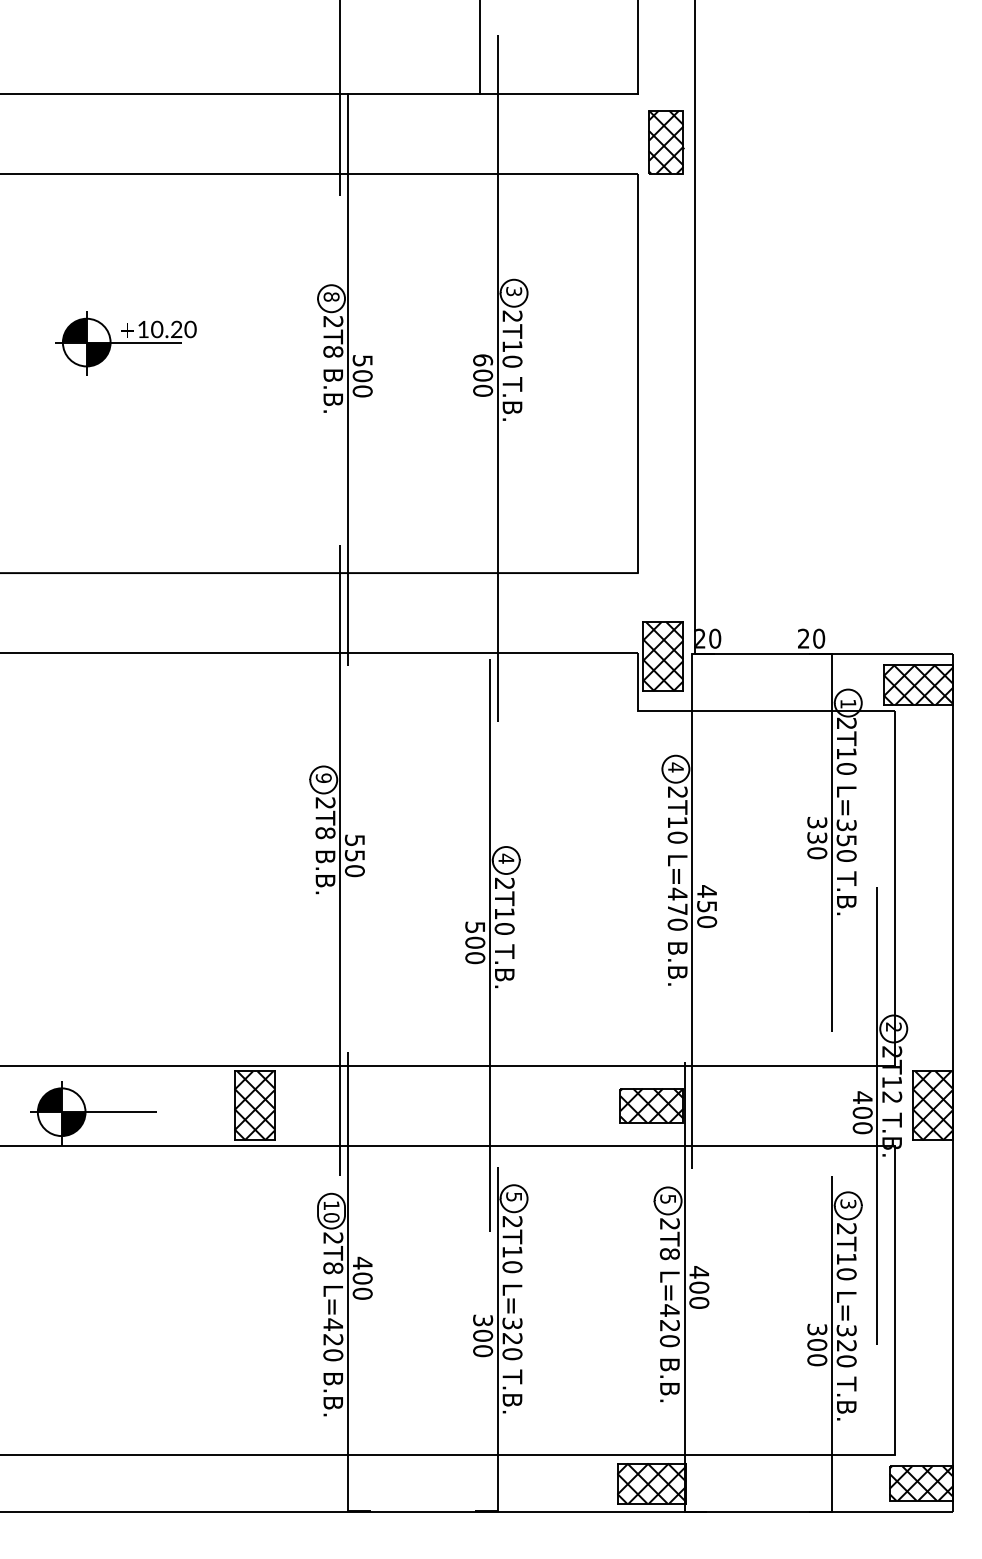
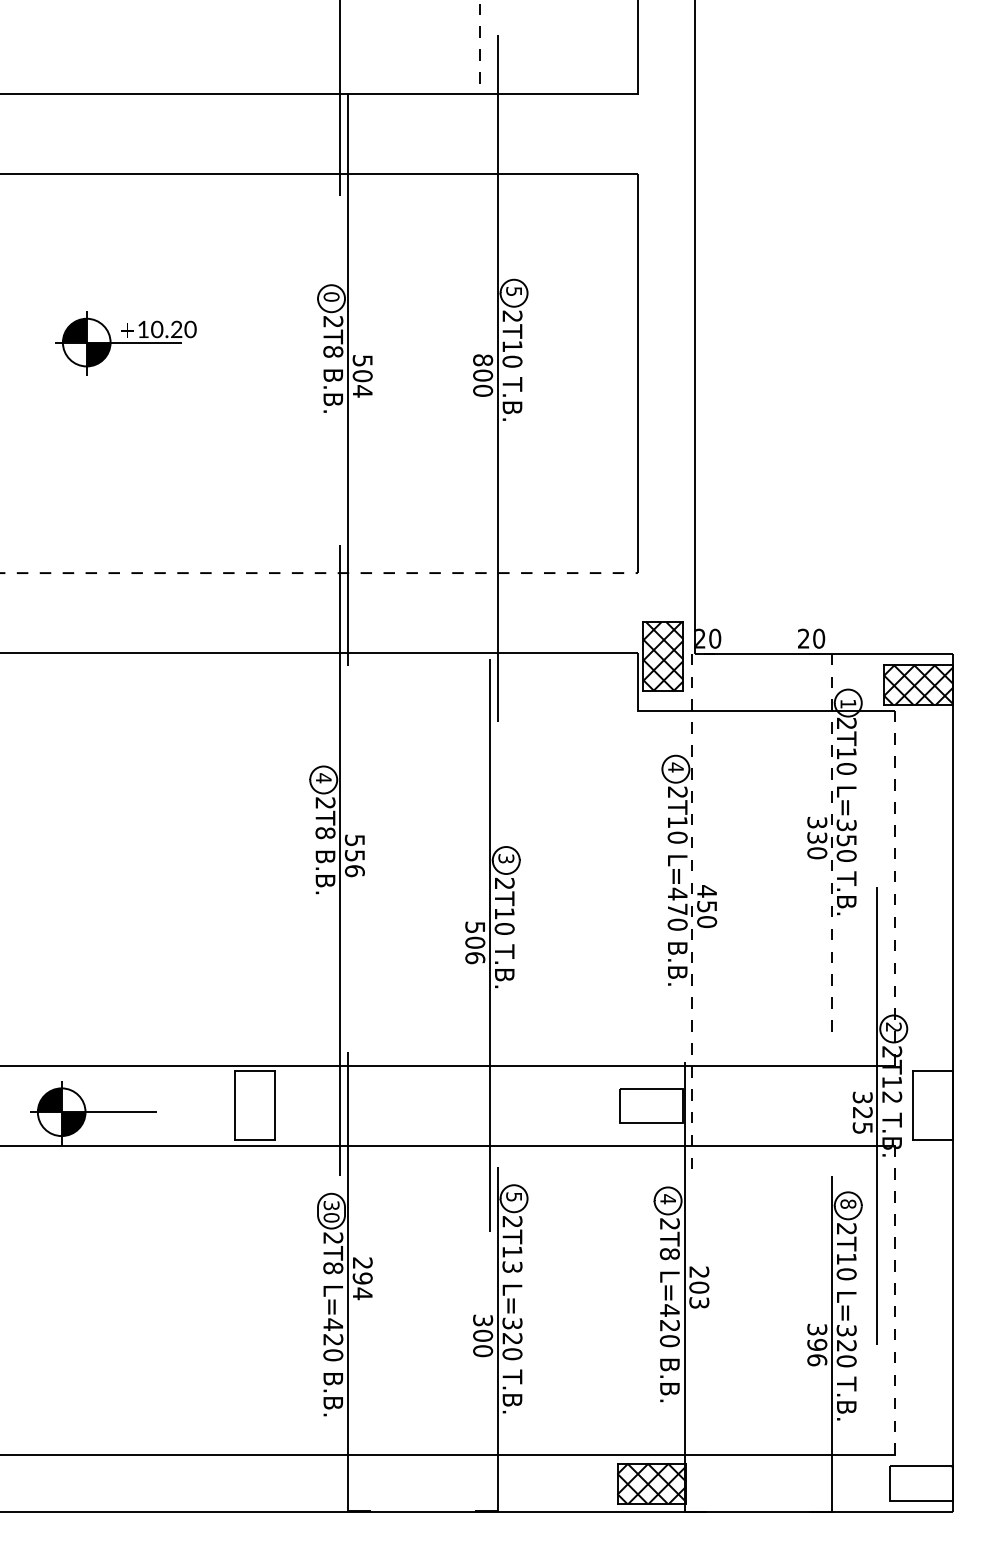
line at (479, 48): solid -> dashed
part at (666, 142): present -> none
text at (514, 291): 3 -> 5
text at (331, 296): 8 -> 0
text at (483, 360): 600 -> 800
text at (362, 391): 500 -> 504
line at (319, 573): solid -> dashed
text at (323, 778): 9 -> 4
line at (831, 831): solid -> dashed
text at (506, 858): 4 -> 3
text at (354, 871): 550 -> 556
line at (895, 887): solid -> dashed
line at (692, 899): solid -> dashed
text at (475, 958): 500 -> 506
hatch at (254, 1105): present -> none
hatch at (651, 1105): present -> none
hatch at (932, 1105): present -> none
text at (862, 1112): 400 -> 325
text at (667, 1199): 5 -> 4
text at (848, 1203): 3 -> 8
text at (331, 1205): 10 -> 30
text at (512, 1267): 2T10 -> 2T13
text at (362, 1278): 400 -> 294
text at (699, 1287): 400 -> 203
line at (895, 1299): solid -> dashed
text at (817, 1352): 300 -> 396
hatch at (920, 1483): present -> none
